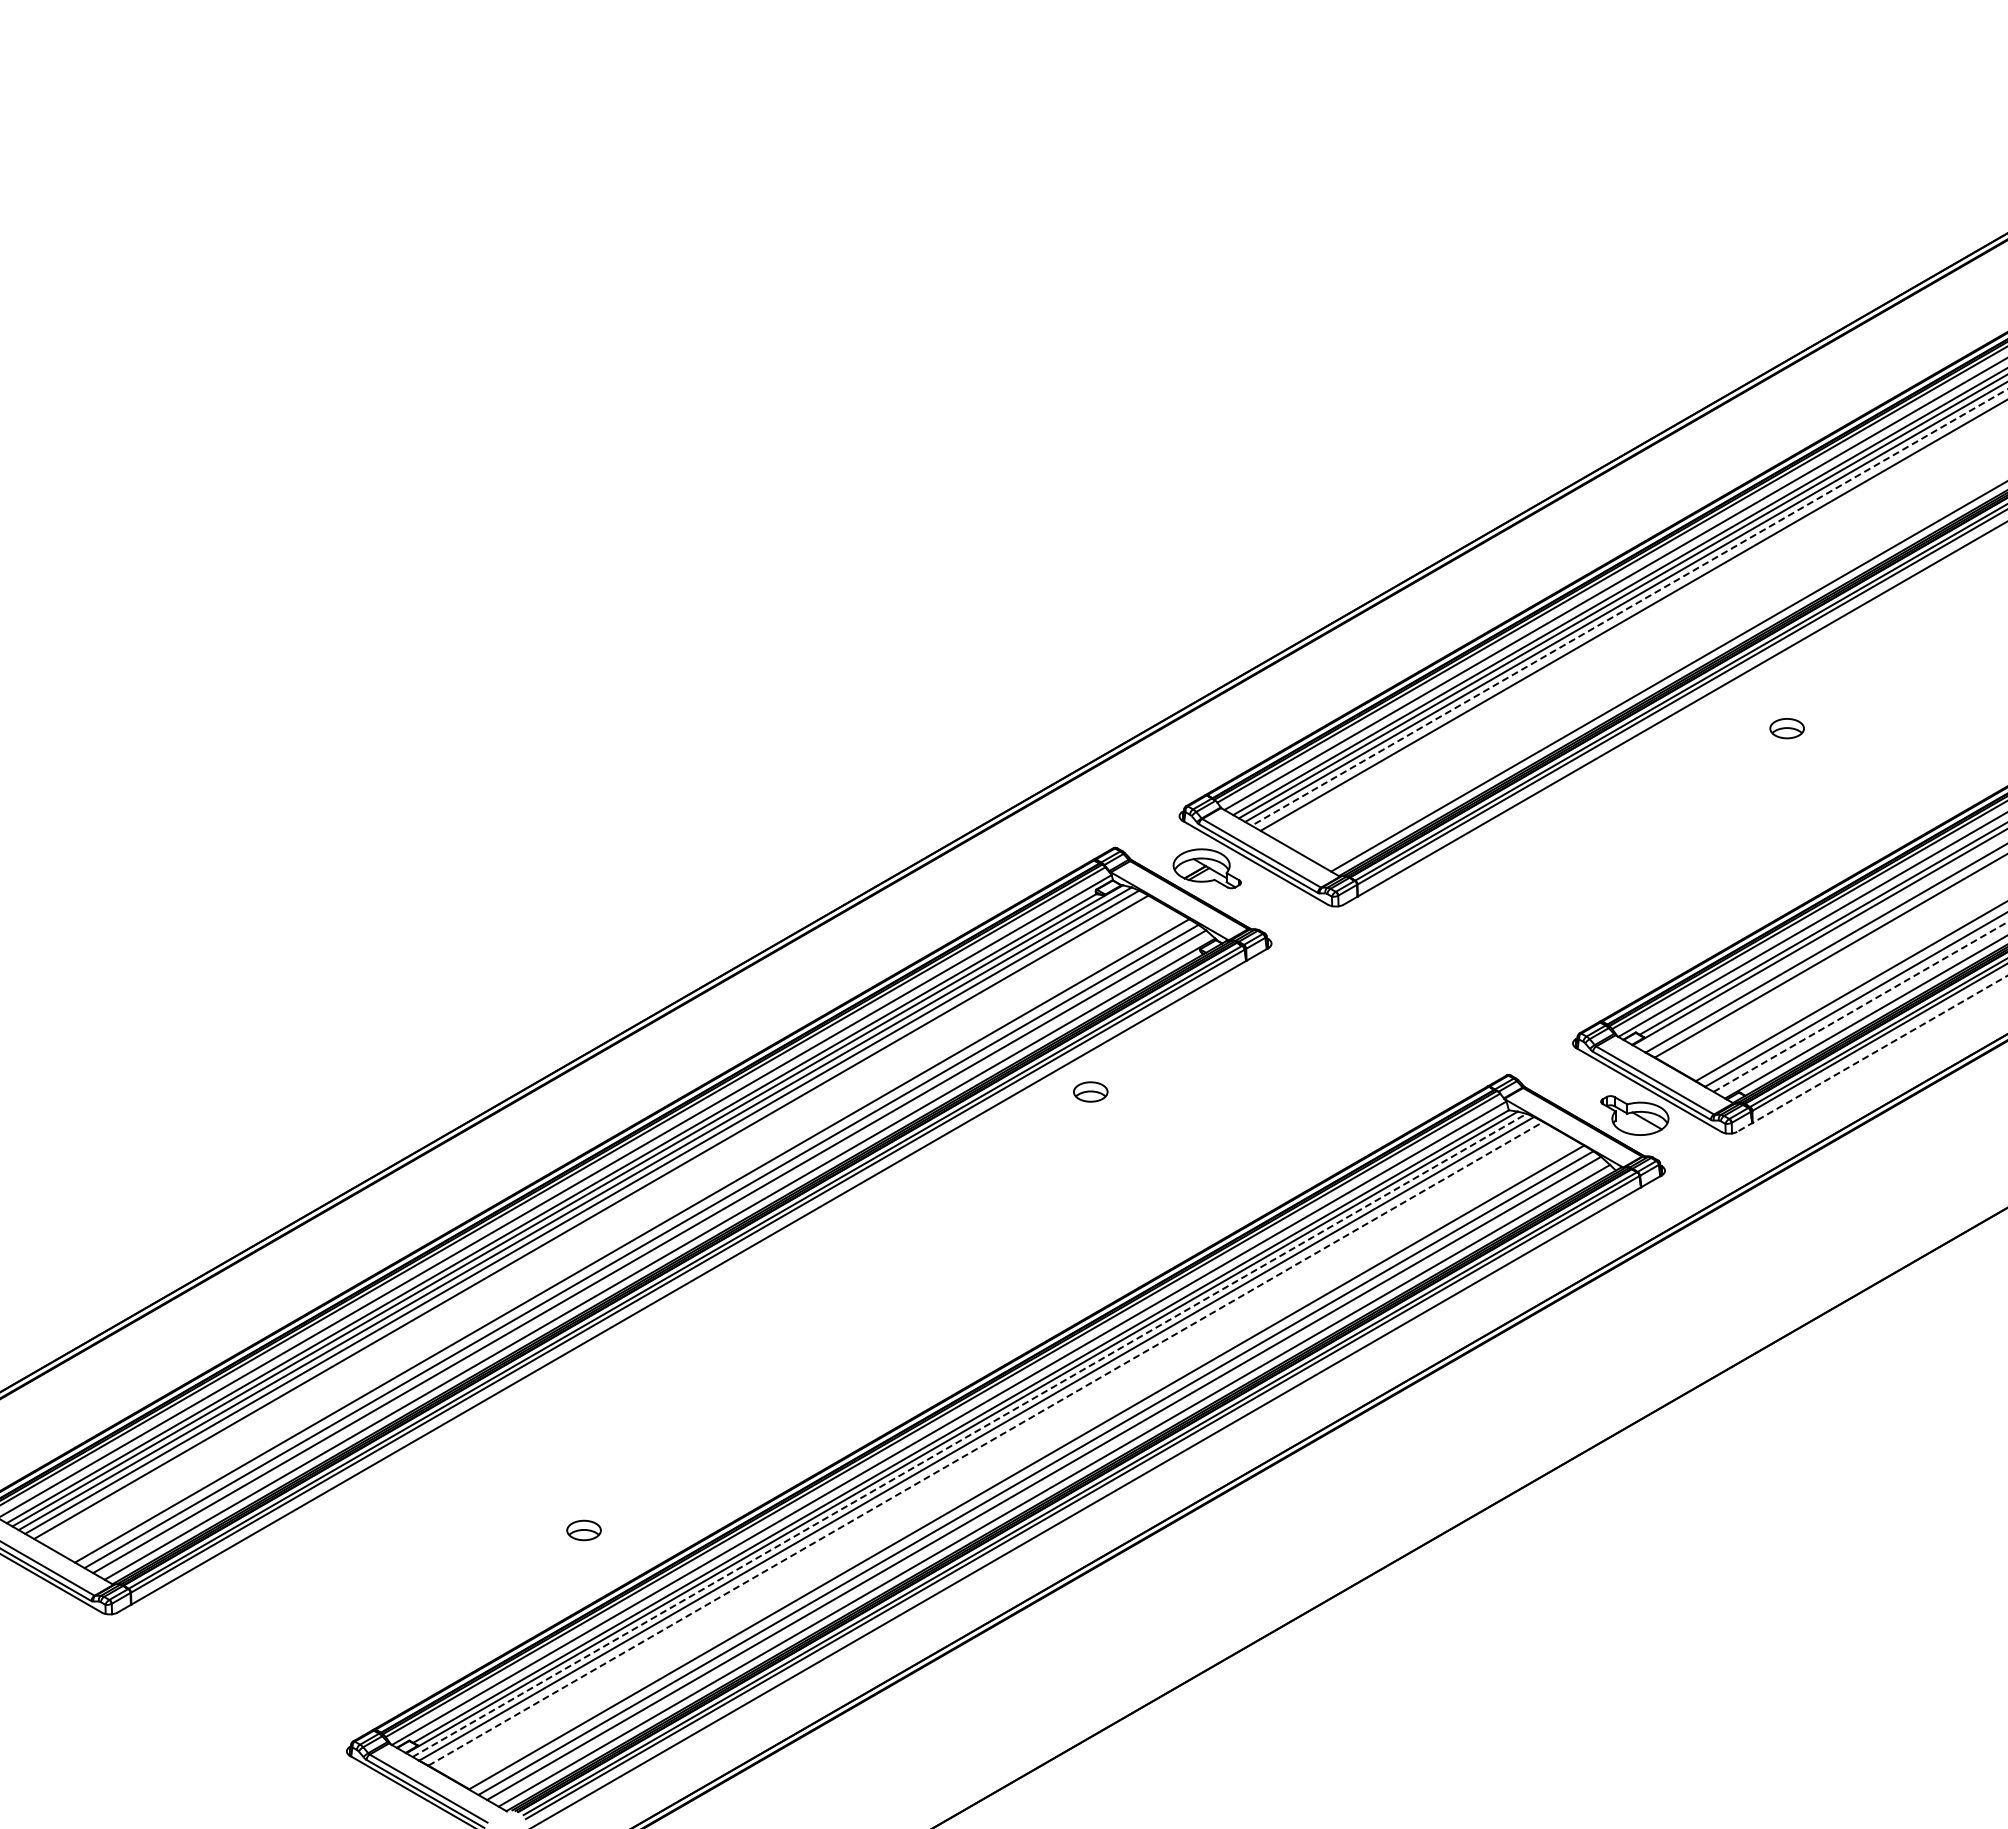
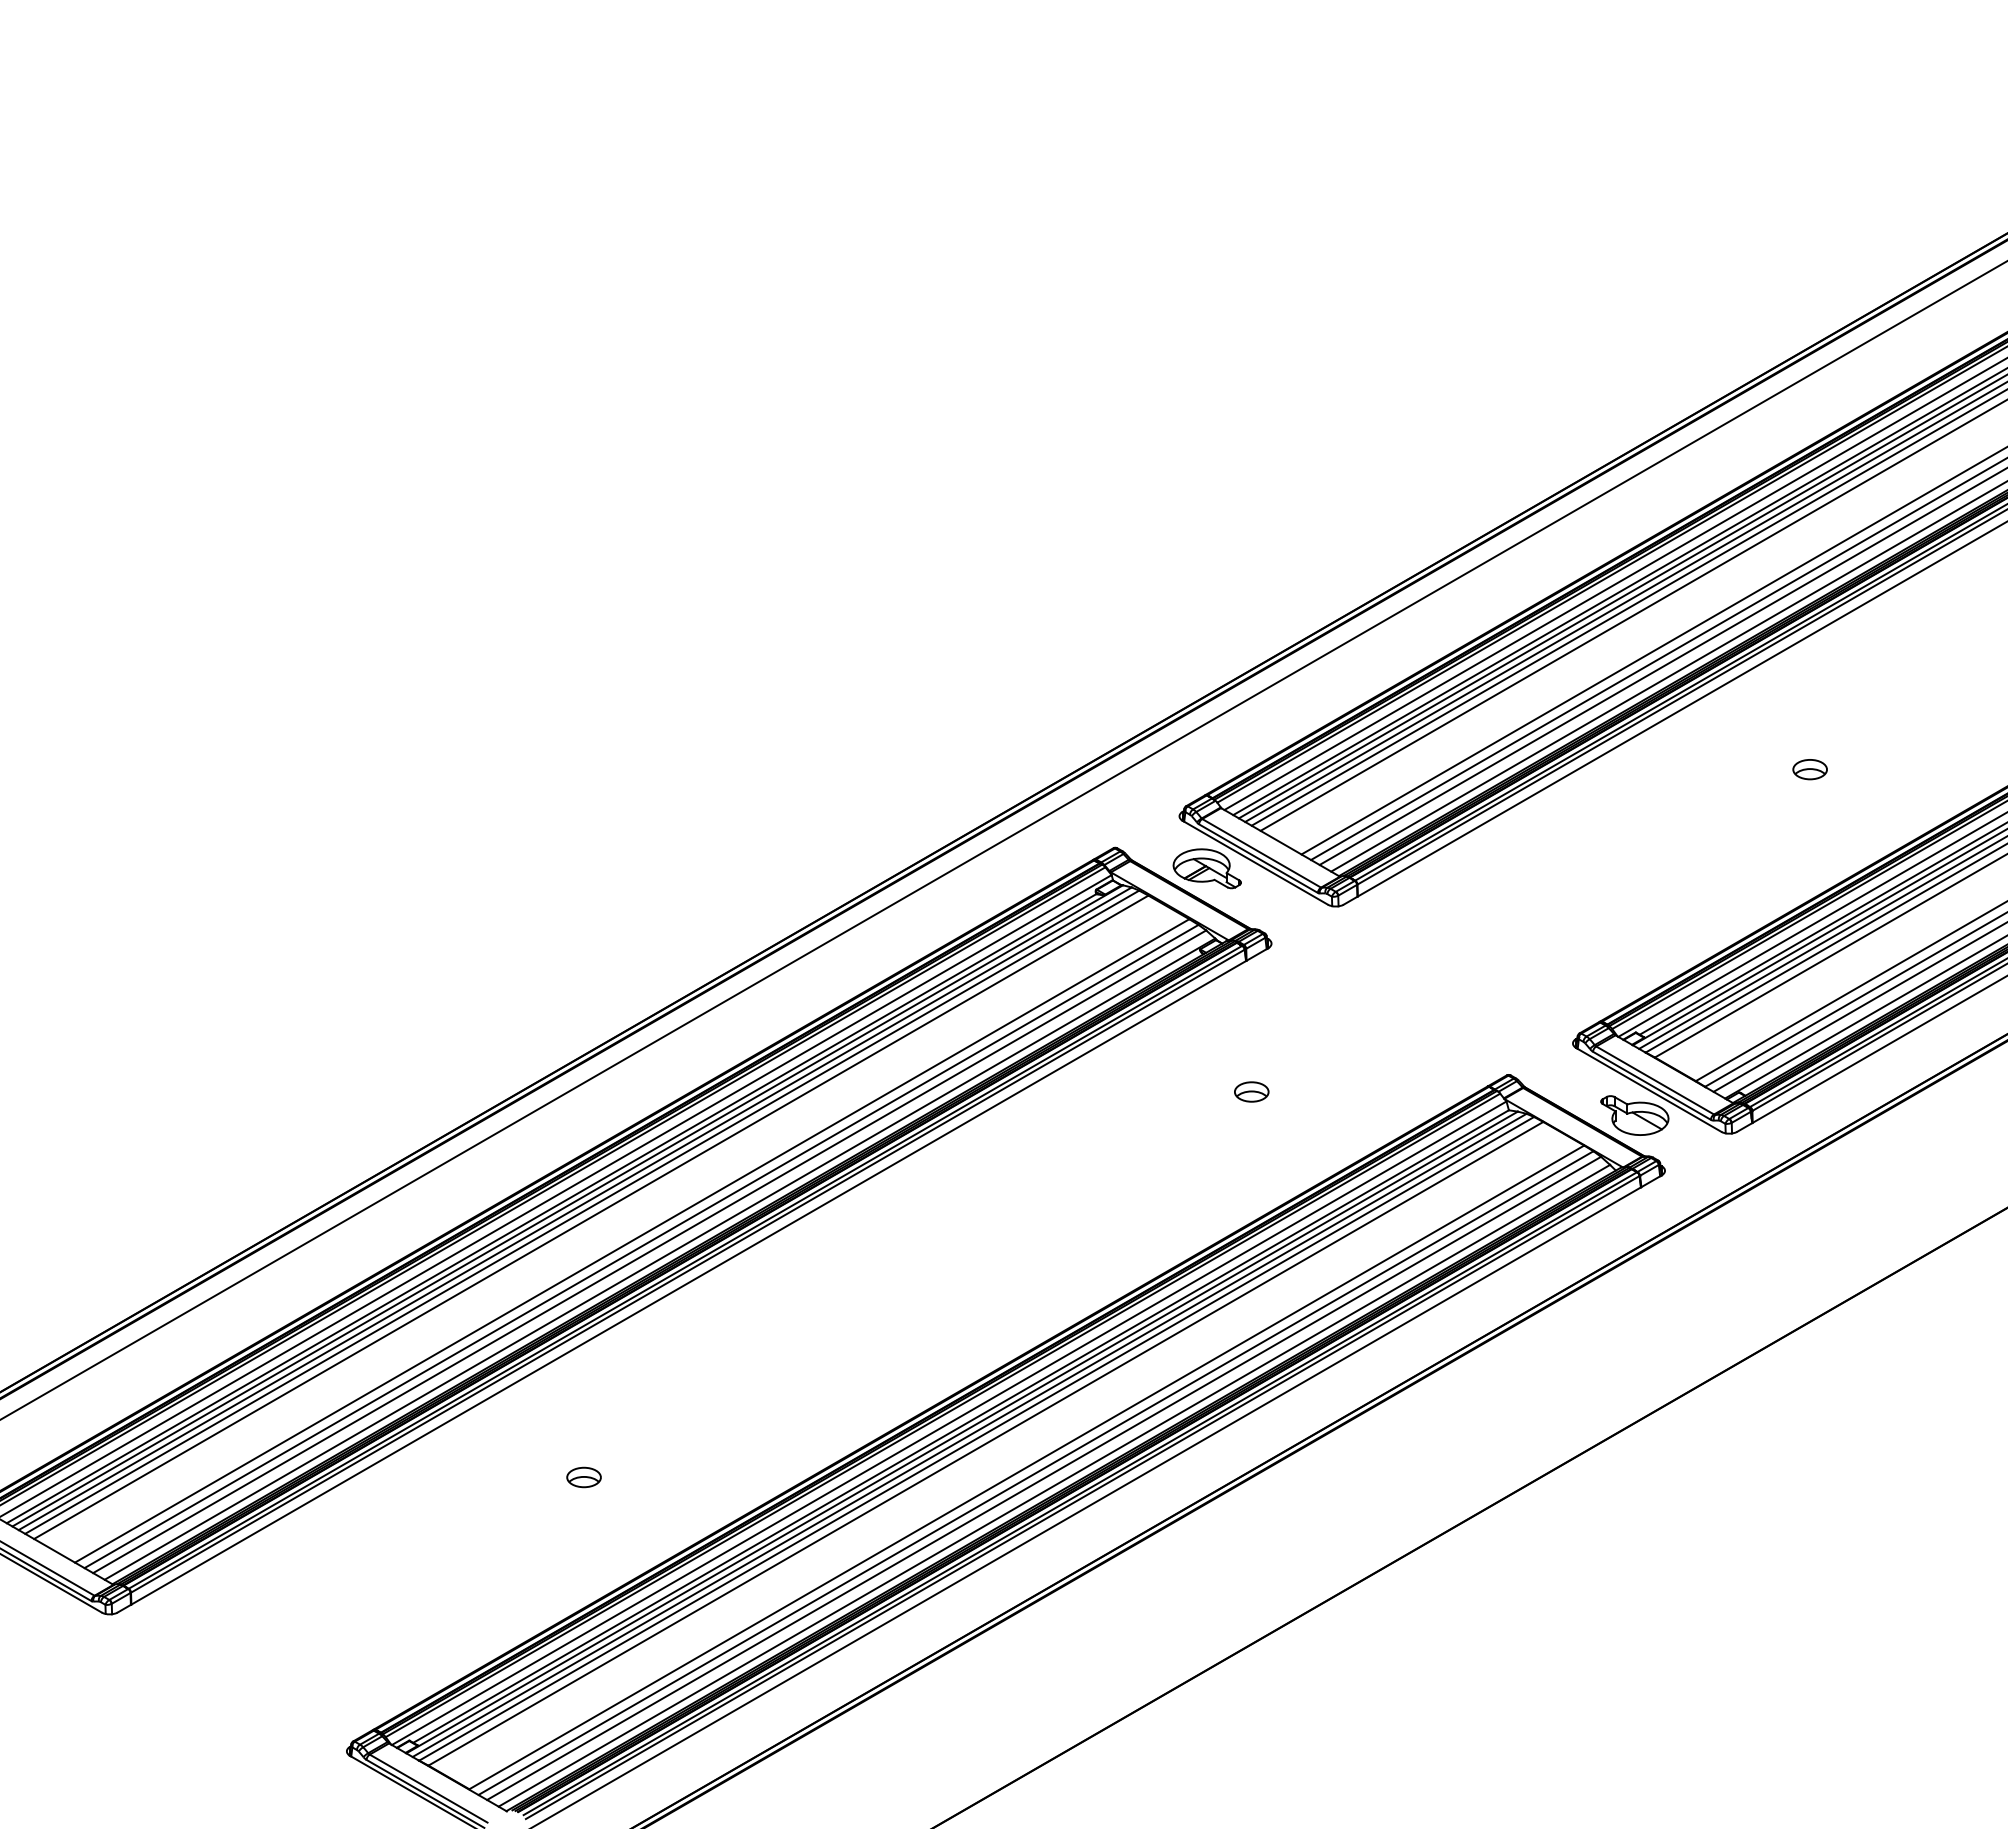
line at (1629, 607): dashed -> solid
line at (1652, 651): none -> present
line at (1657, 659): none -> present
line at (1661, 666): none -> present
part at (1786, 728) position: (1786, 728) -> (1809, 769)
line at (1003, 840): none -> present
line at (1821, 942): none -> present
line at (1860, 1006): dashed -> solid
line at (1872, 1053): dashed -> solid
part at (1090, 1091) position: (1090, 1091) -> (1251, 1091)
line at (970, 1435): dashed -> solid
line at (985, 1443): dashed -> solid
part at (583, 1530) position: (583, 1530) -> (583, 1477)
